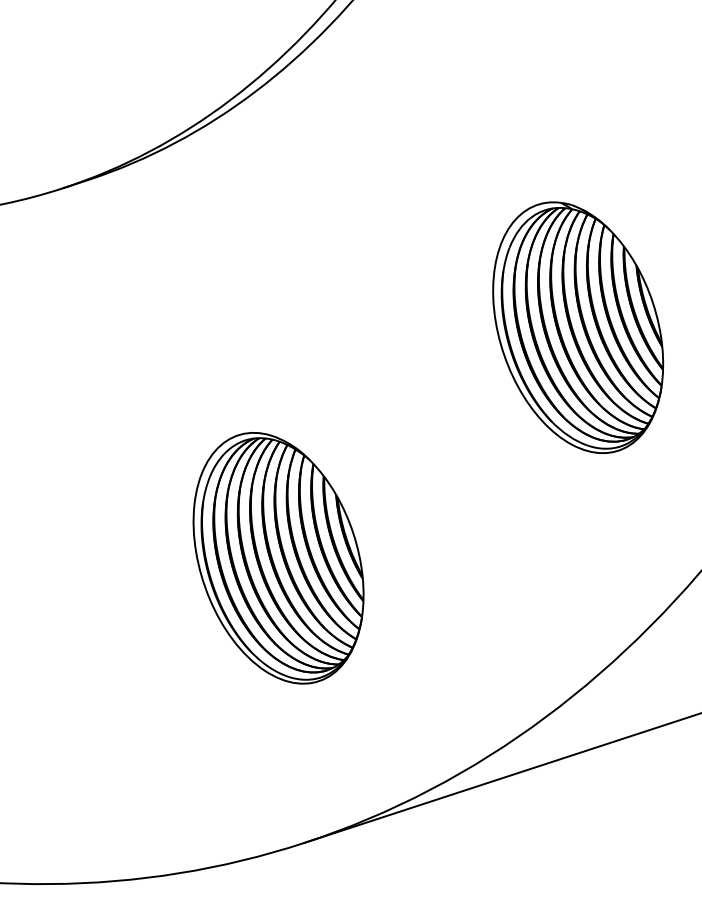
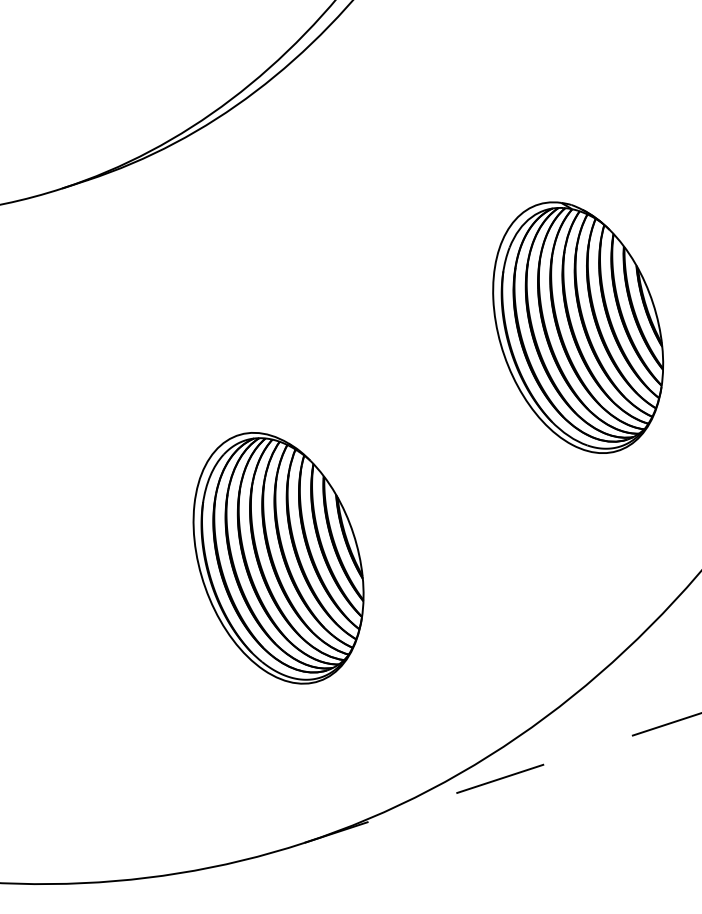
line at (502, 778): solid -> dashed
